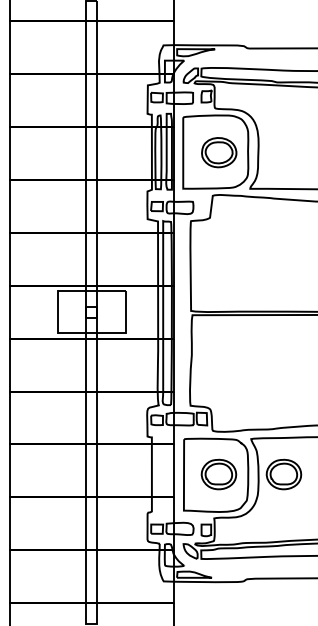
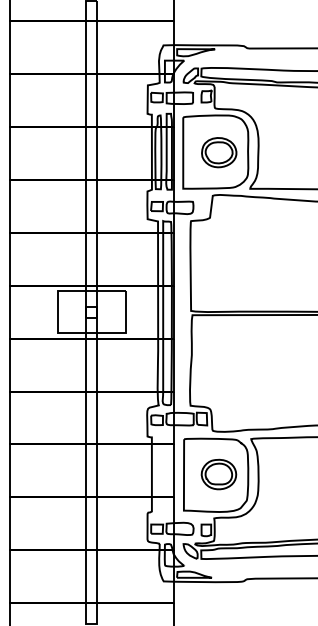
part at (283, 474): present -> none
